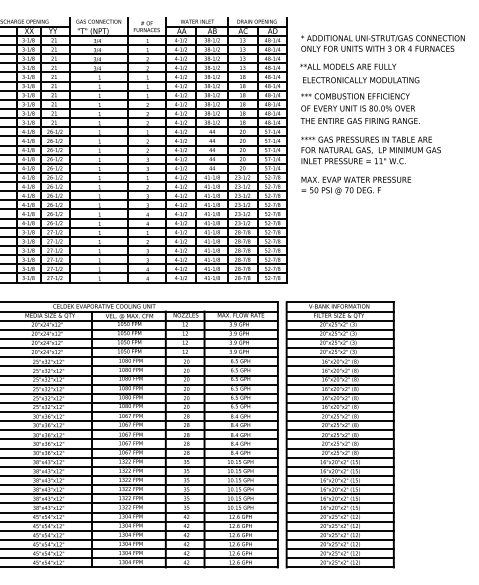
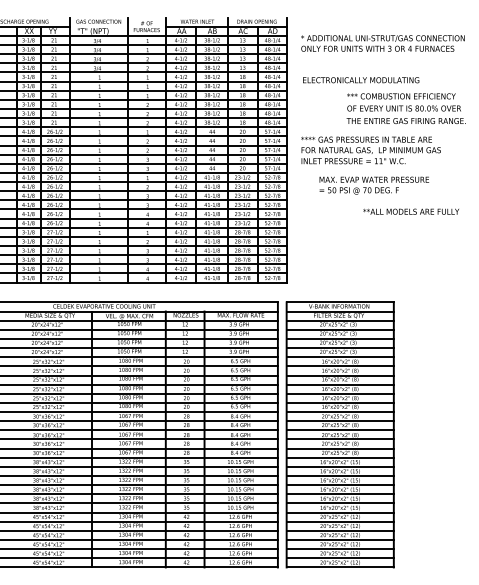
text at (347, 66) position: (347, 66) -> (410, 211)
text at (359, 108) position: (359, 108) -> (405, 108)
text at (356, 185) position: (356, 185) -> (374, 185)
